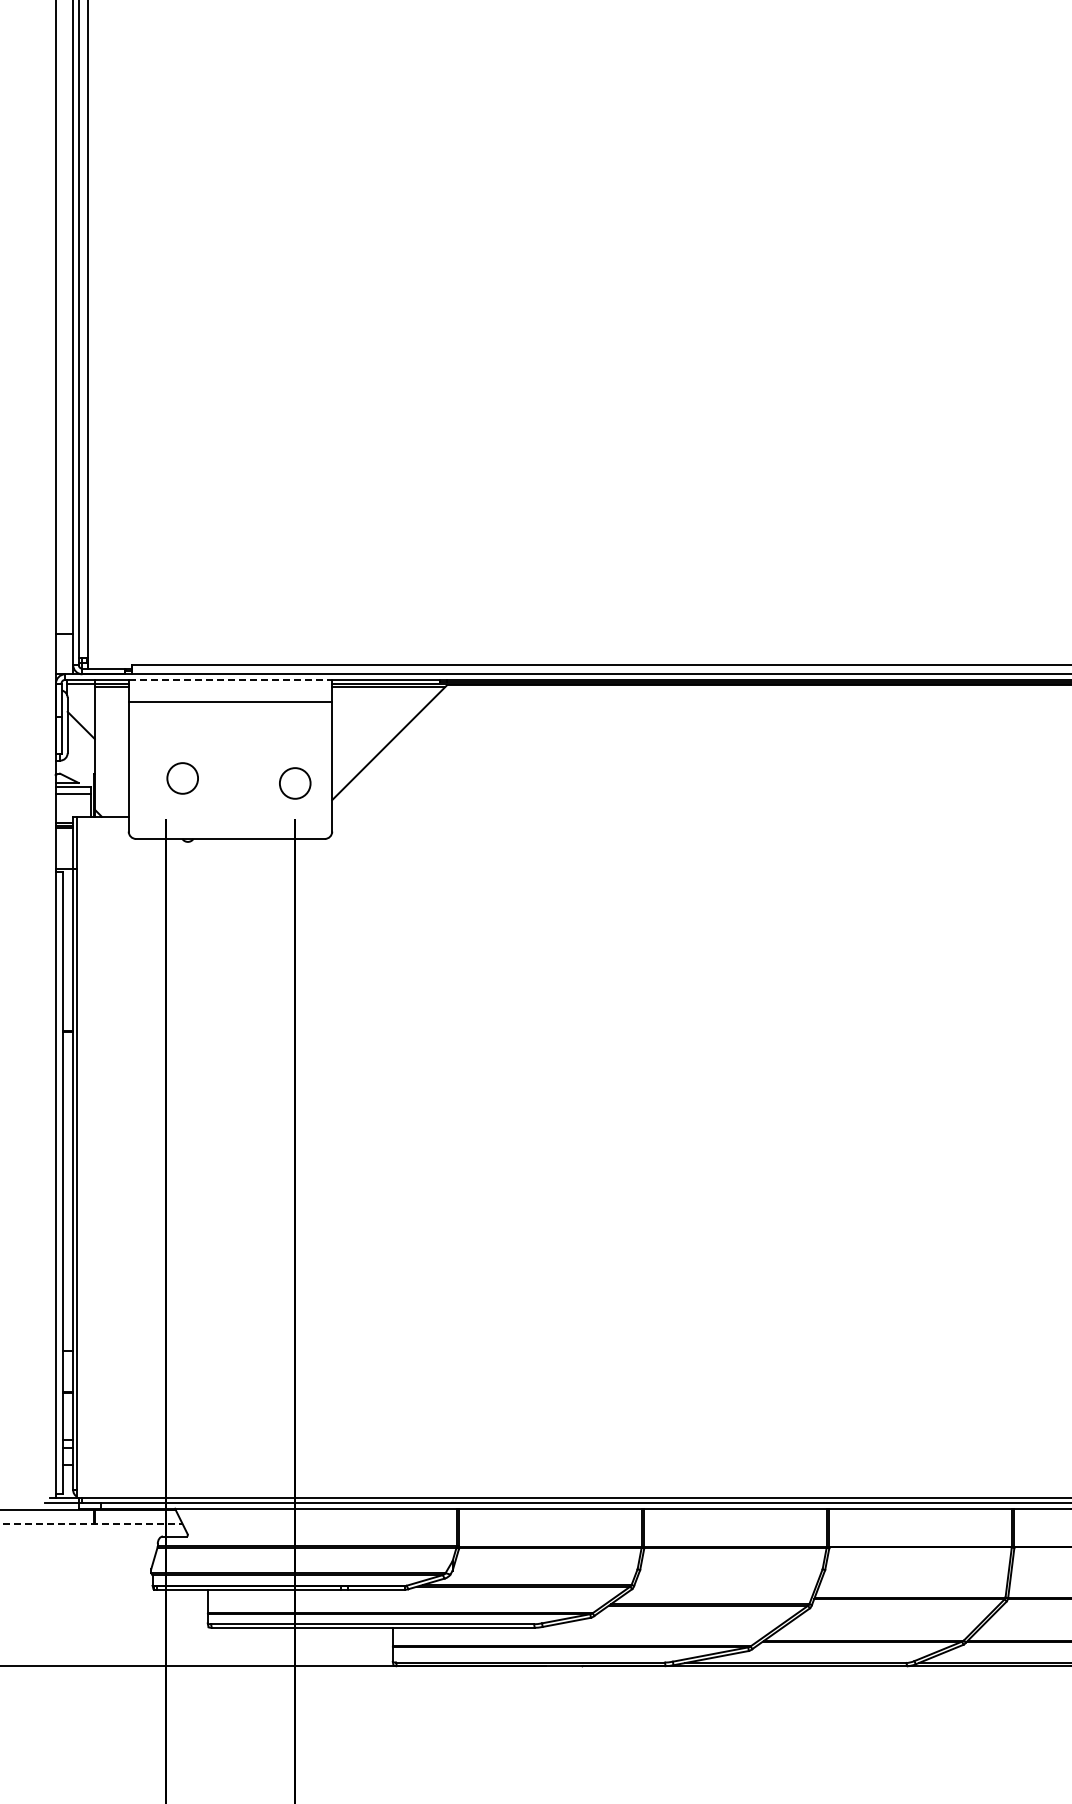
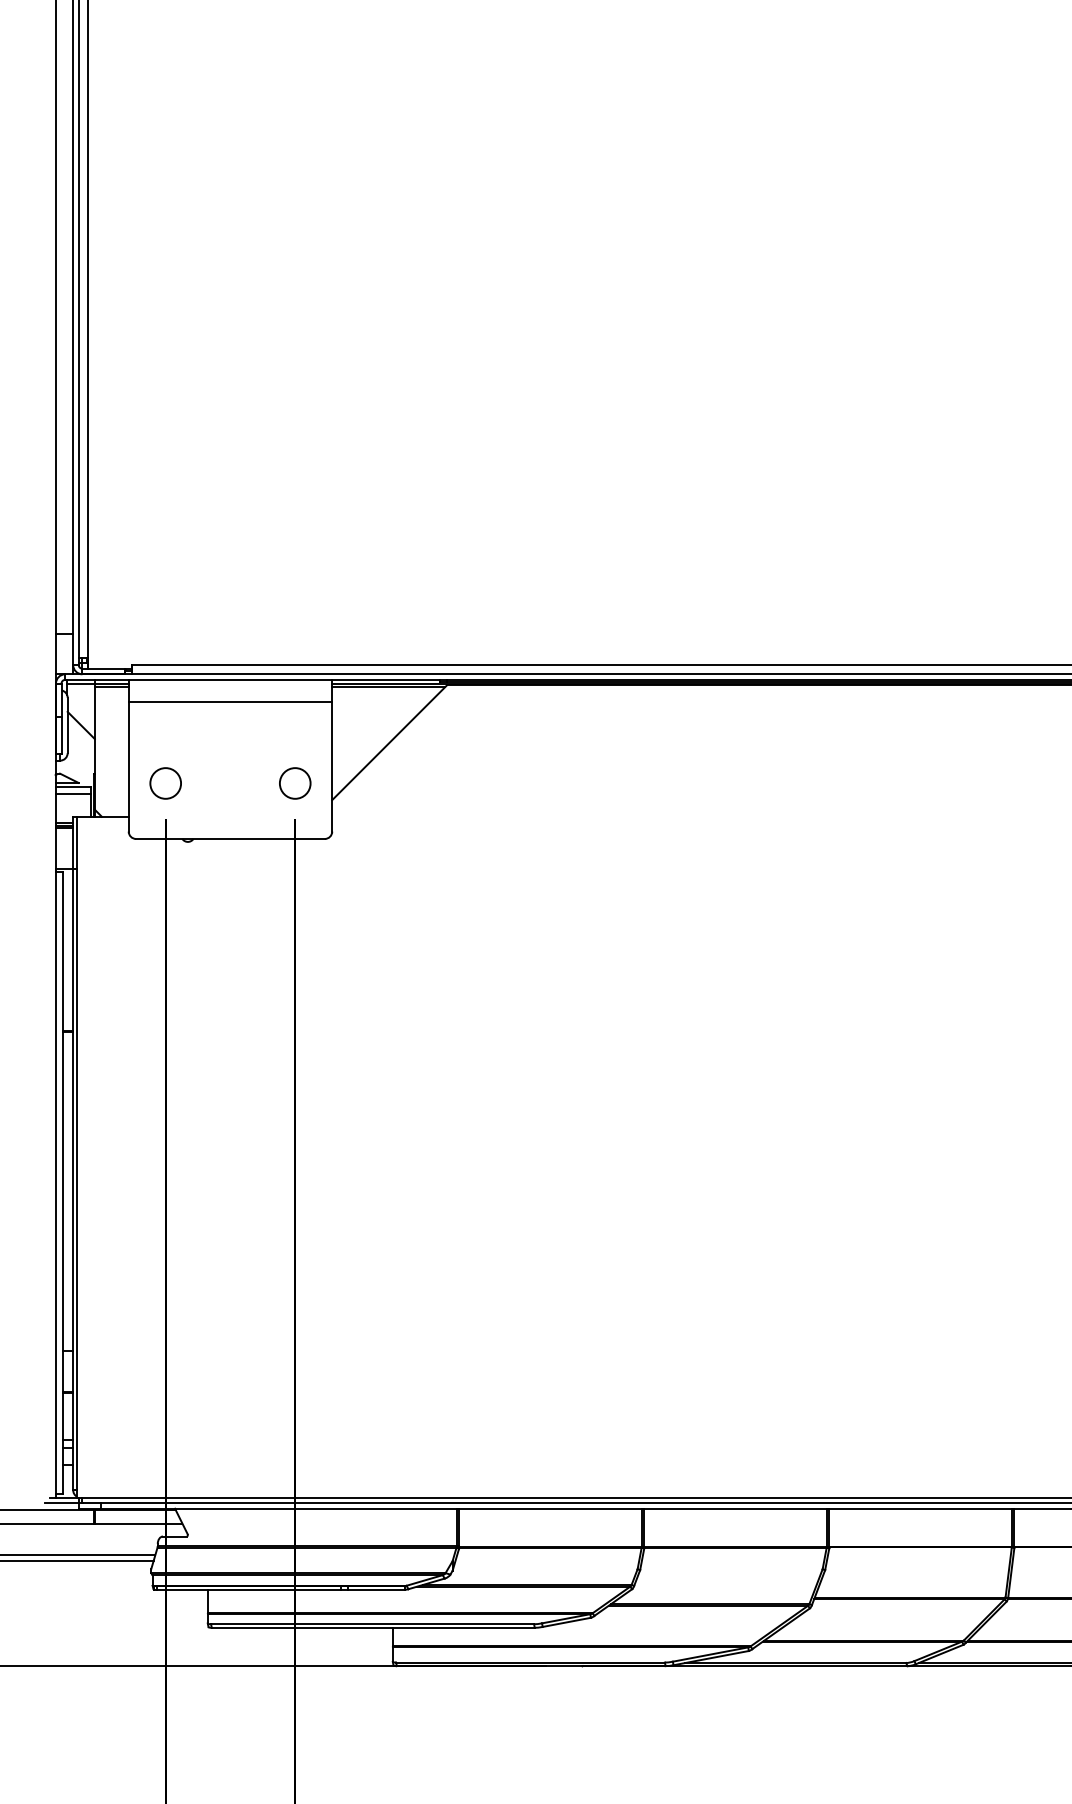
line at (230, 679): dashed -> solid
circle at (182, 778) position: (182, 778) -> (165, 783)
line at (91, 1523): dashed -> solid
line at (78, 1555): none -> present
line at (77, 1560): none -> present
